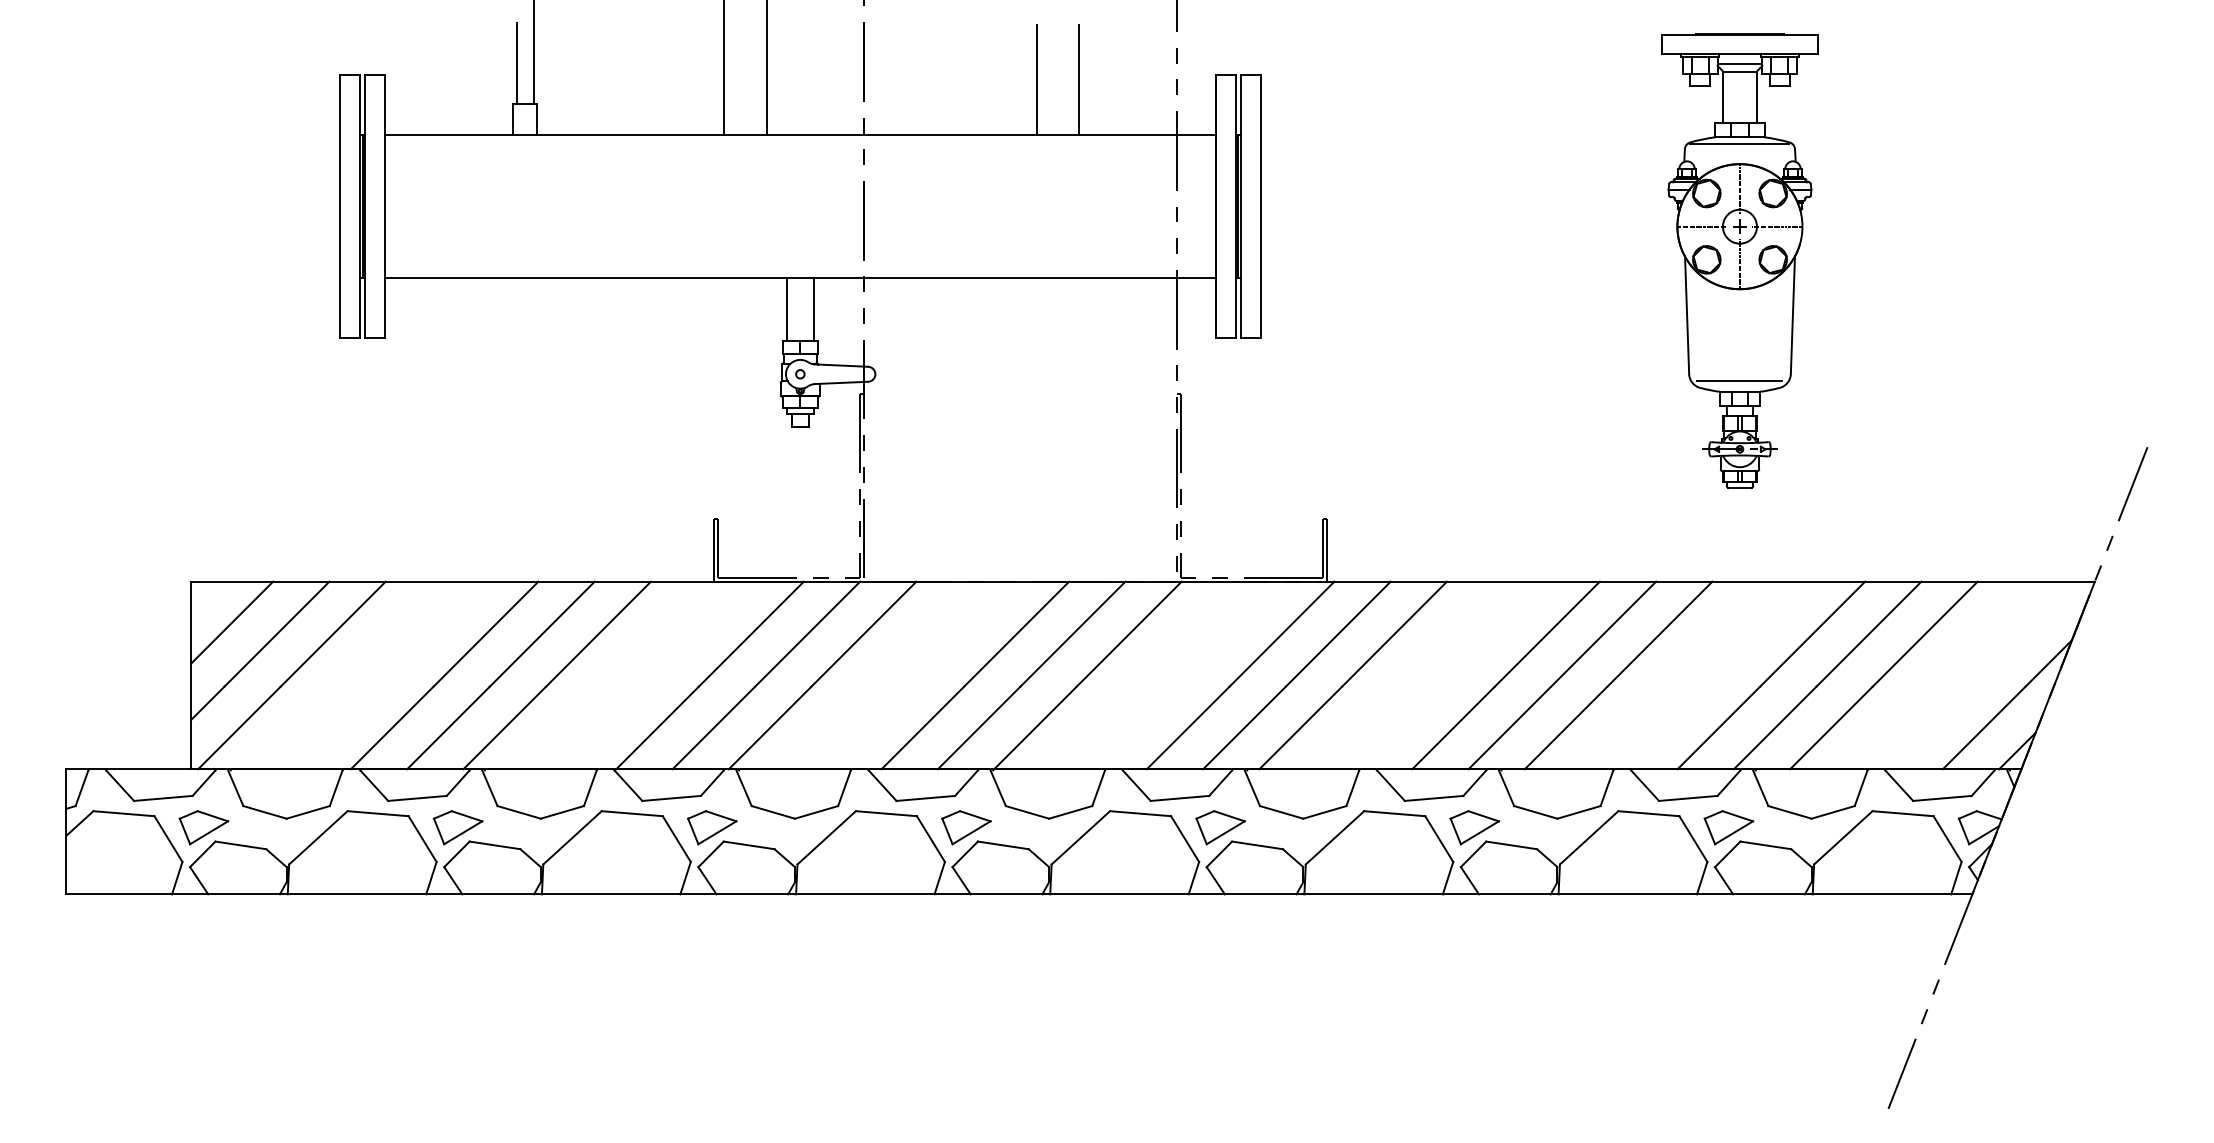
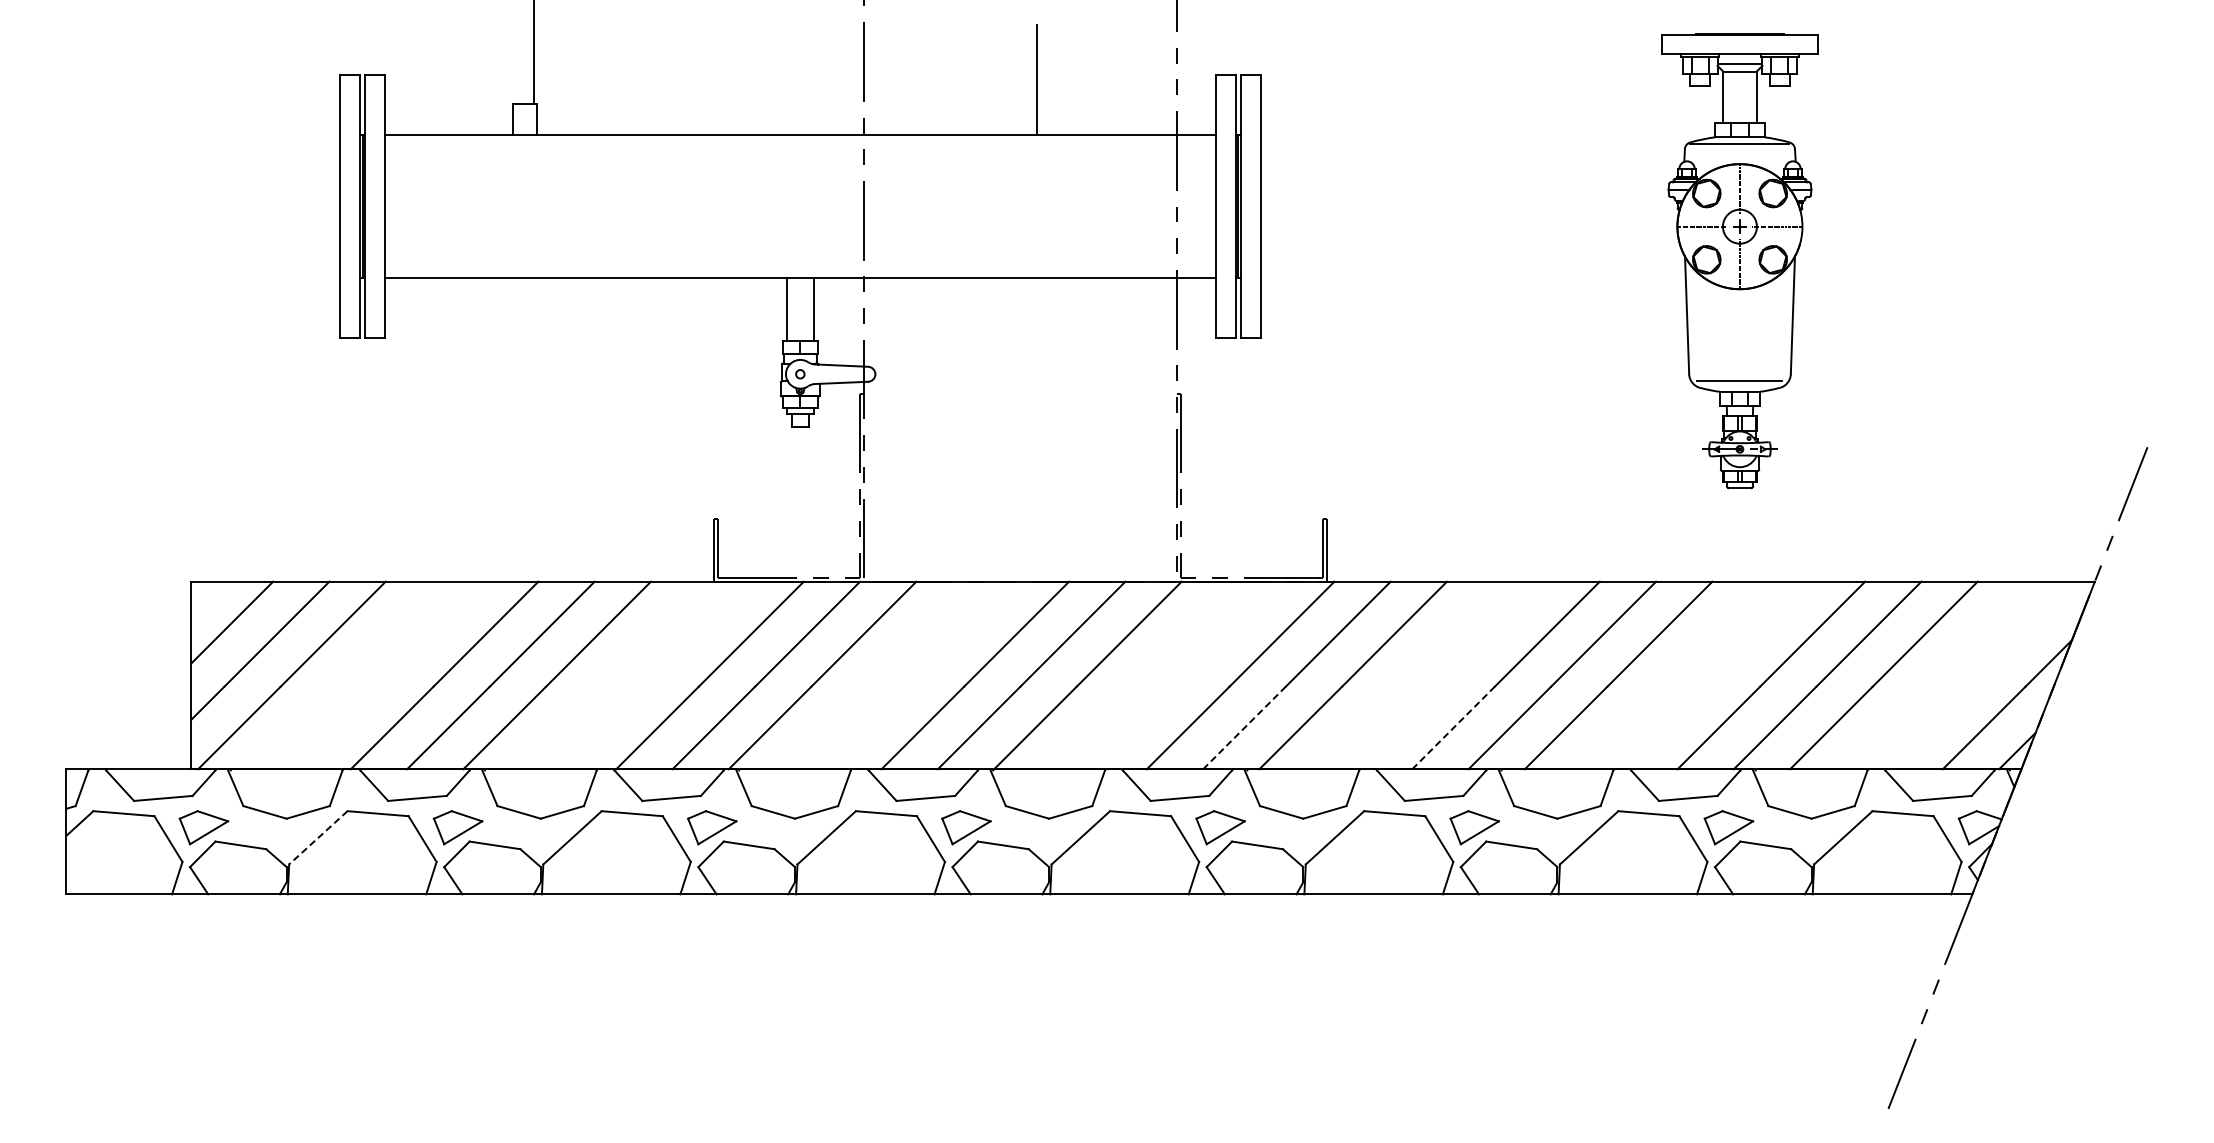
line at (516, 63): present -> none
line at (724, 68): present -> none
line at (766, 68): present -> none
line at (1079, 79): present -> none
line at (1244, 727): solid -> dashed
line at (1453, 727): solid -> dashed
line at (318, 837): solid -> dashed
